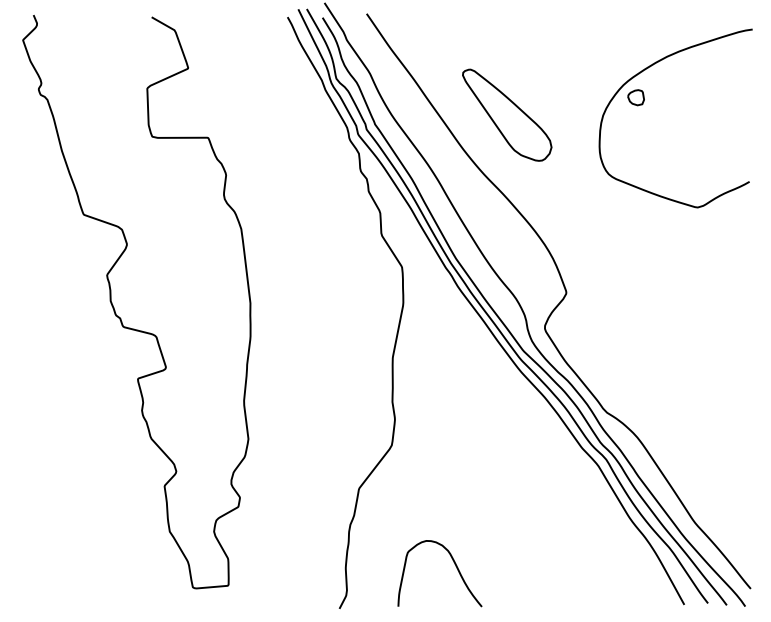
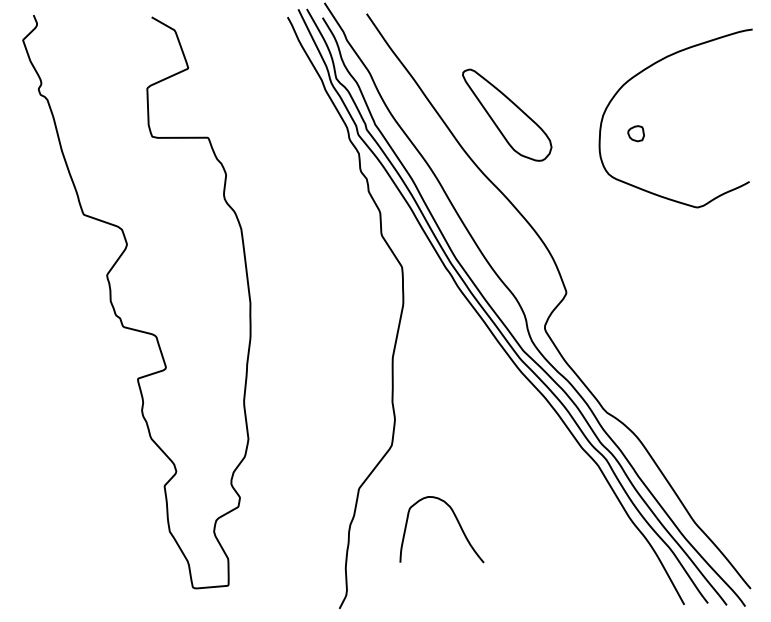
part at (635, 97) position: (635, 97) -> (635, 133)
curve at (455, 566) position: (455, 566) -> (457, 522)
